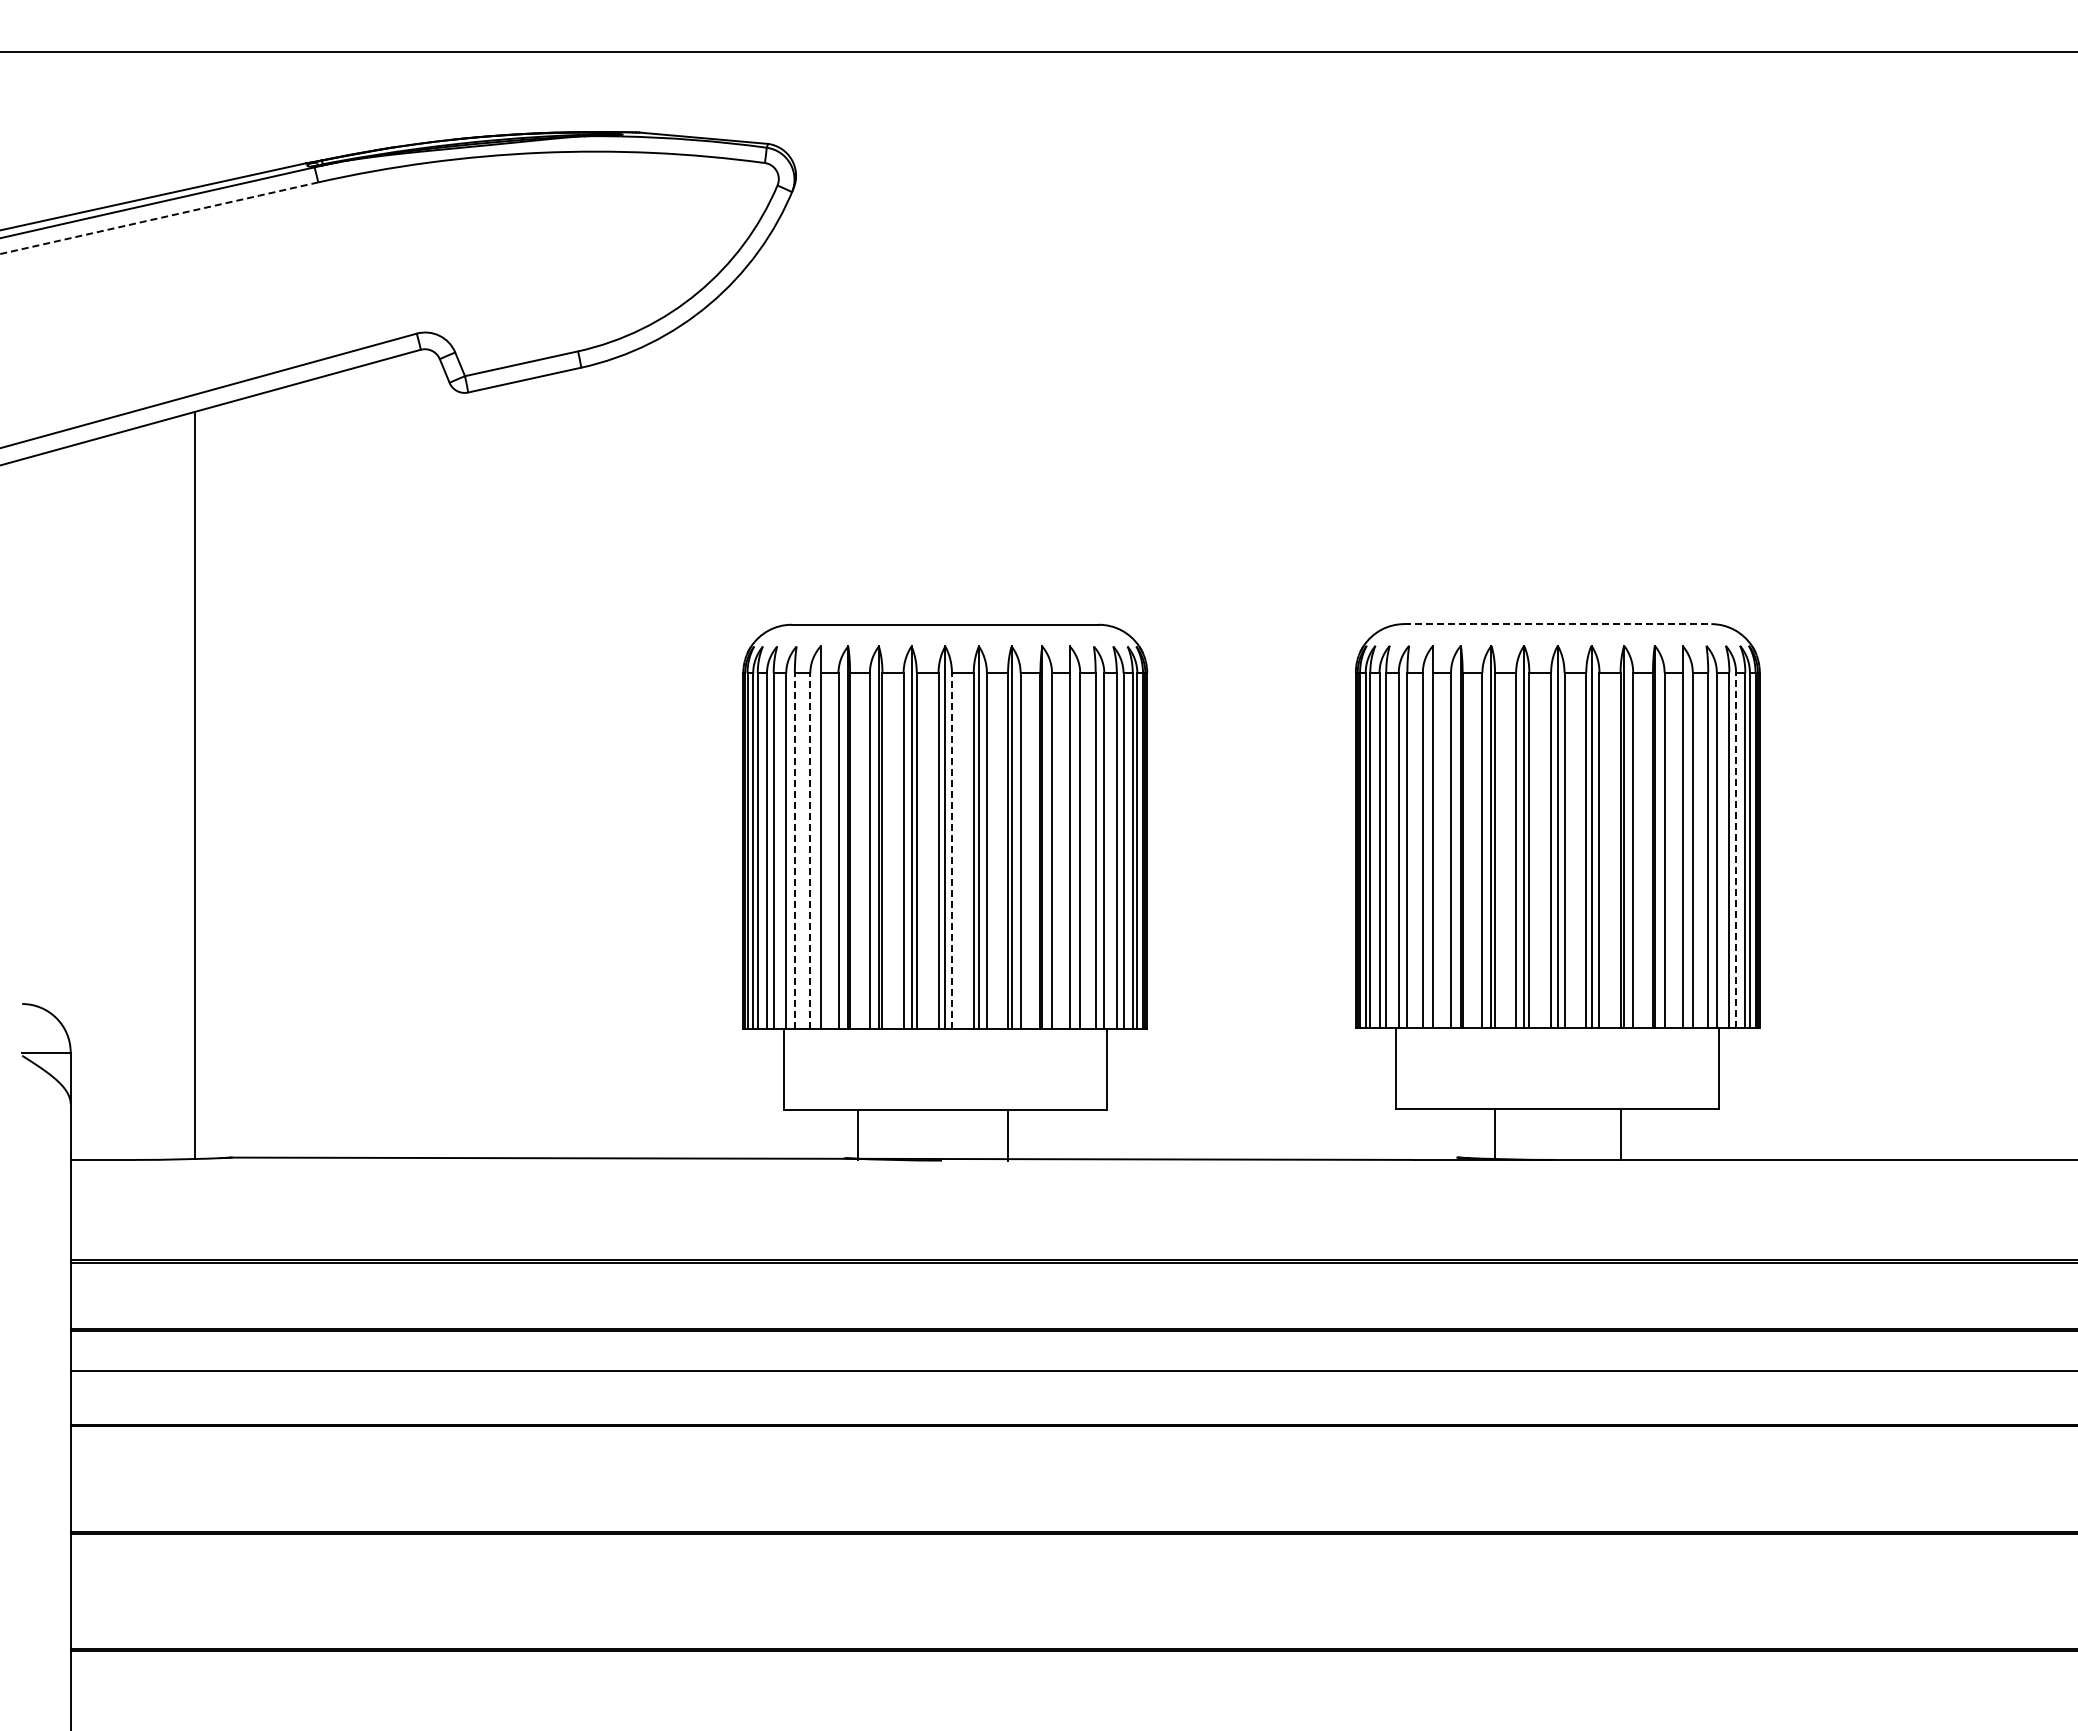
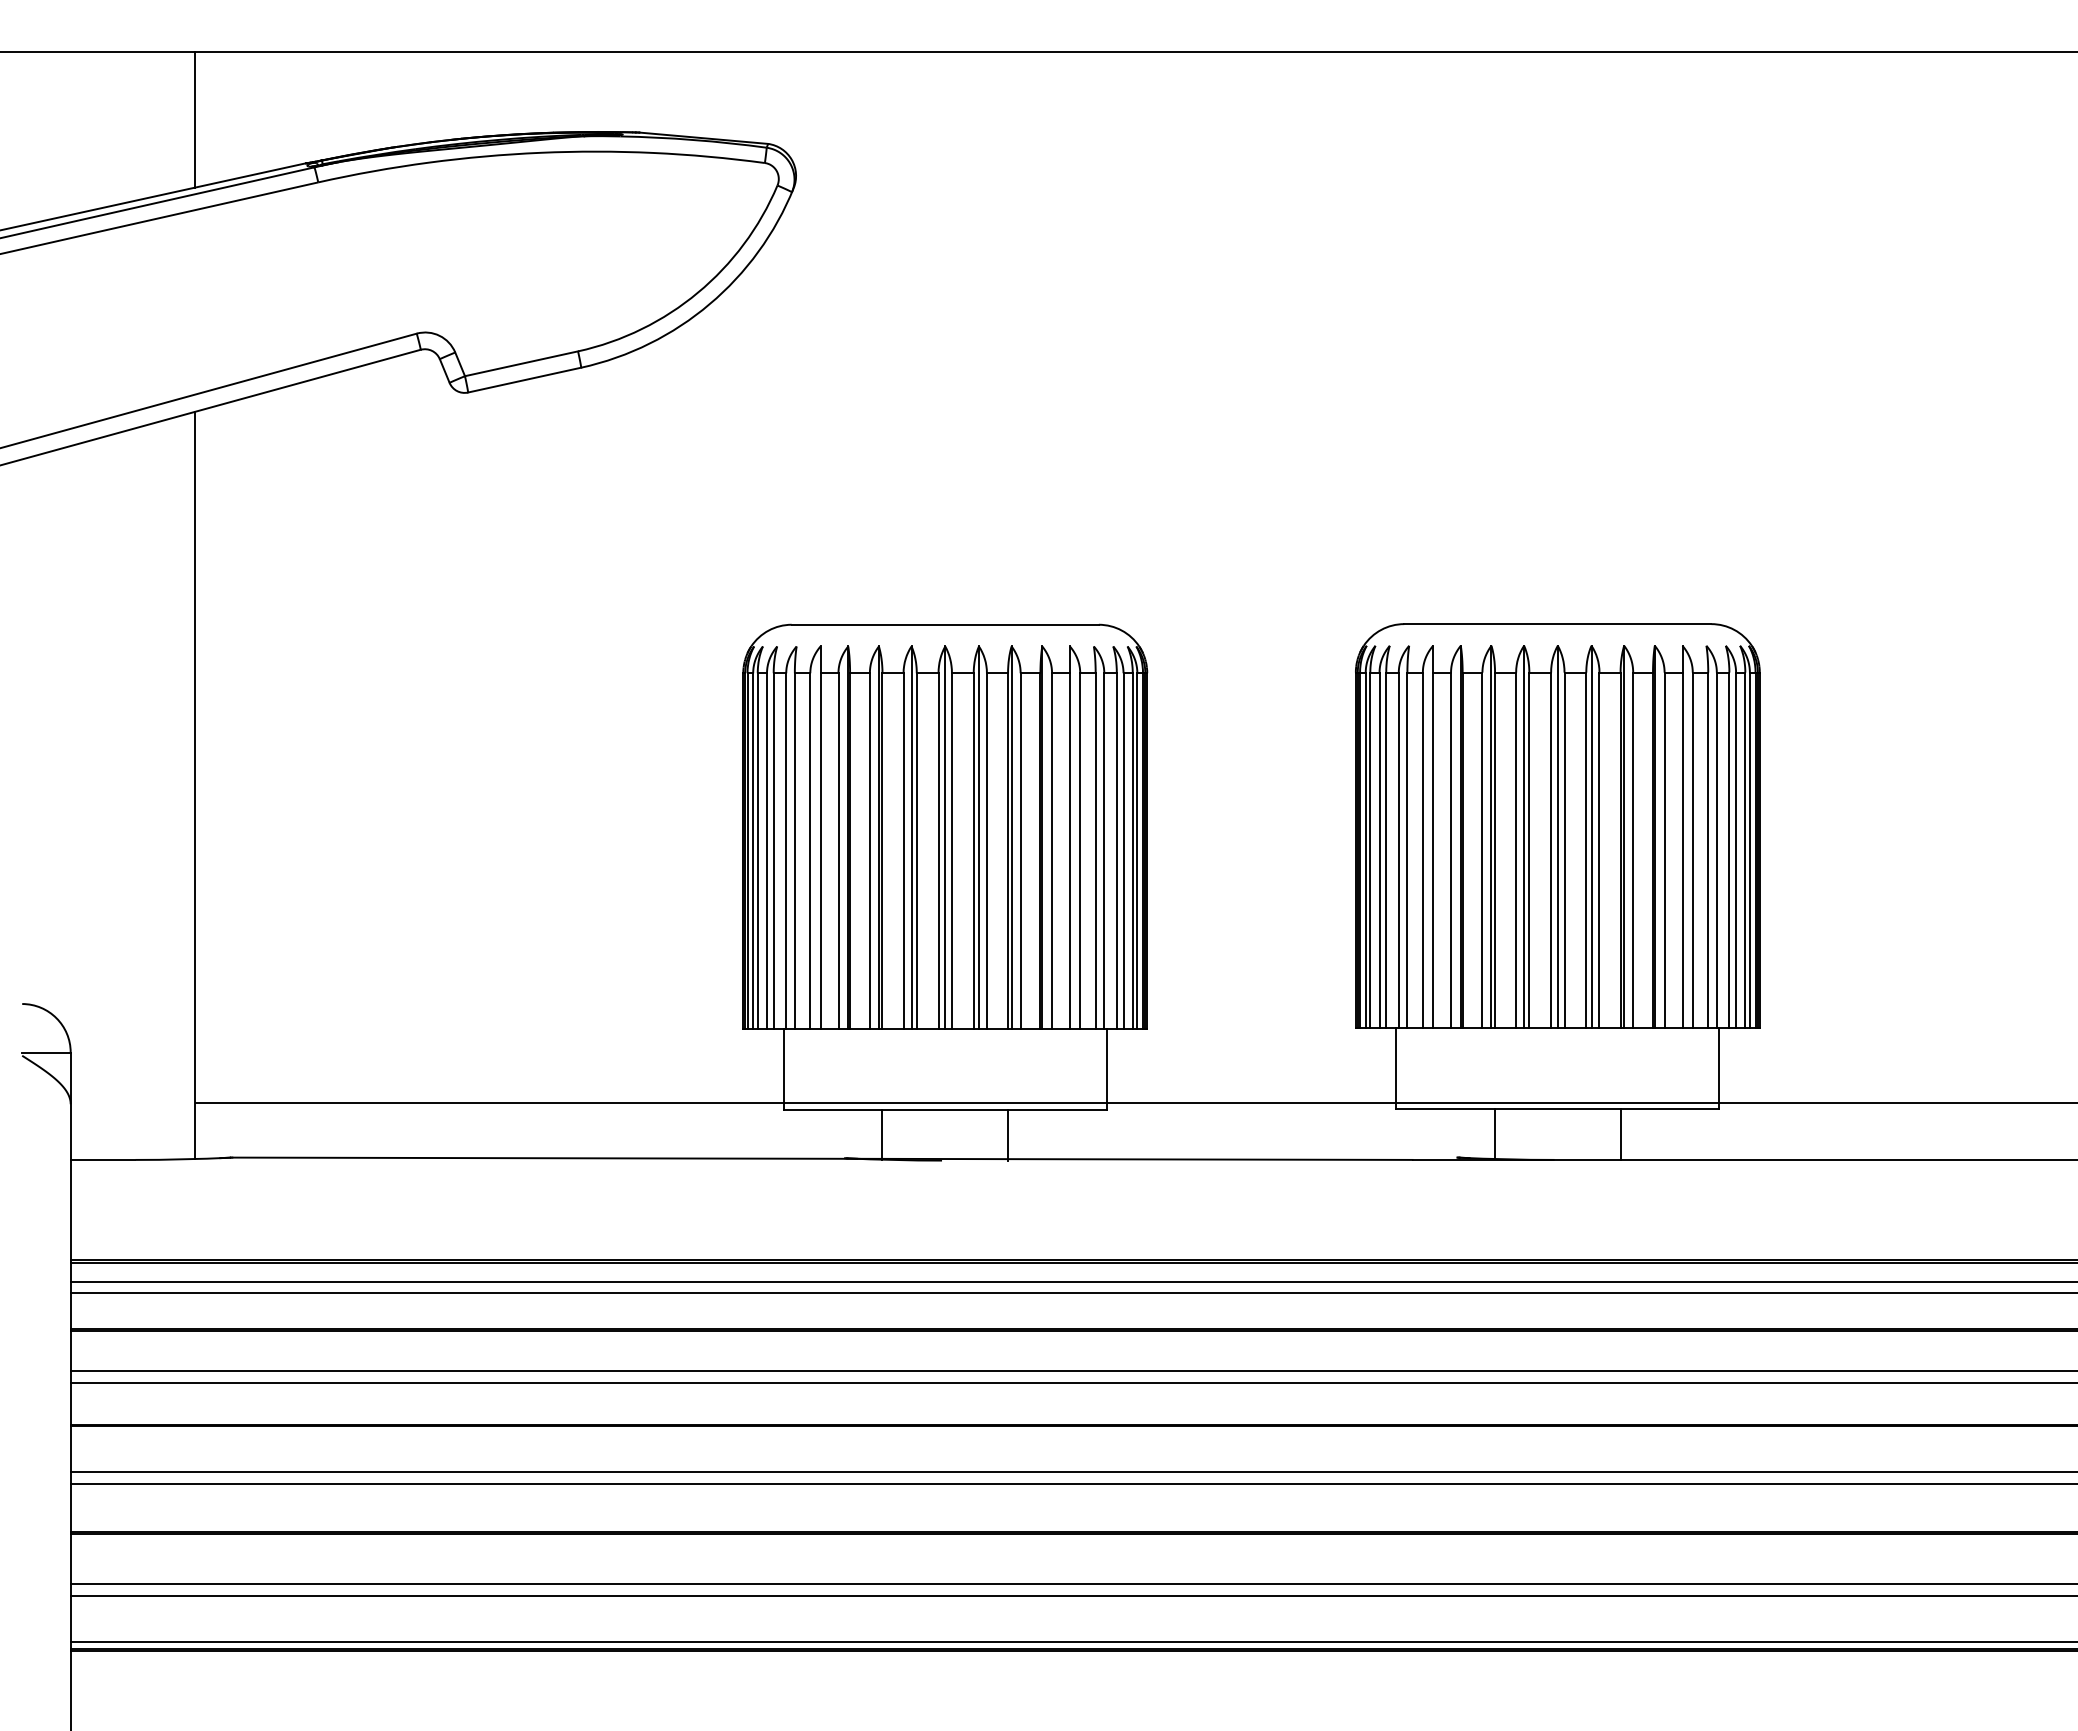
line at (194, 119): none -> present
arc at (158, 218): dashed -> solid
line at (1557, 624): dashed -> solid
line at (1736, 850): dashed -> solid
line at (794, 851): dashed -> solid
line at (810, 851): dashed -> solid
line at (951, 851): dashed -> solid
line at (1135, 1102): none -> present
line at (858, 1134) position: (858, 1134) -> (882, 1134)
line at (1072, 1282): none -> present
line at (1072, 1293): none -> present
line at (1072, 1382): none -> present
line at (1072, 1472): none -> present
line at (1072, 1483): none -> present
line at (1072, 1584): none -> present
line at (1072, 1595): none -> present
line at (1072, 1642): none -> present
